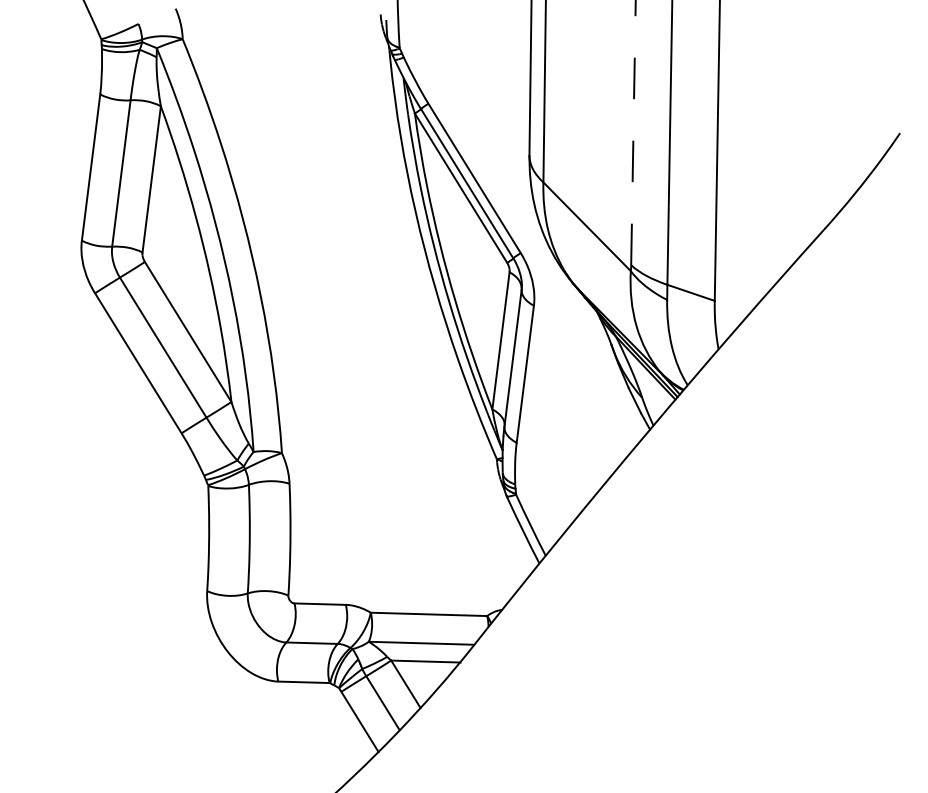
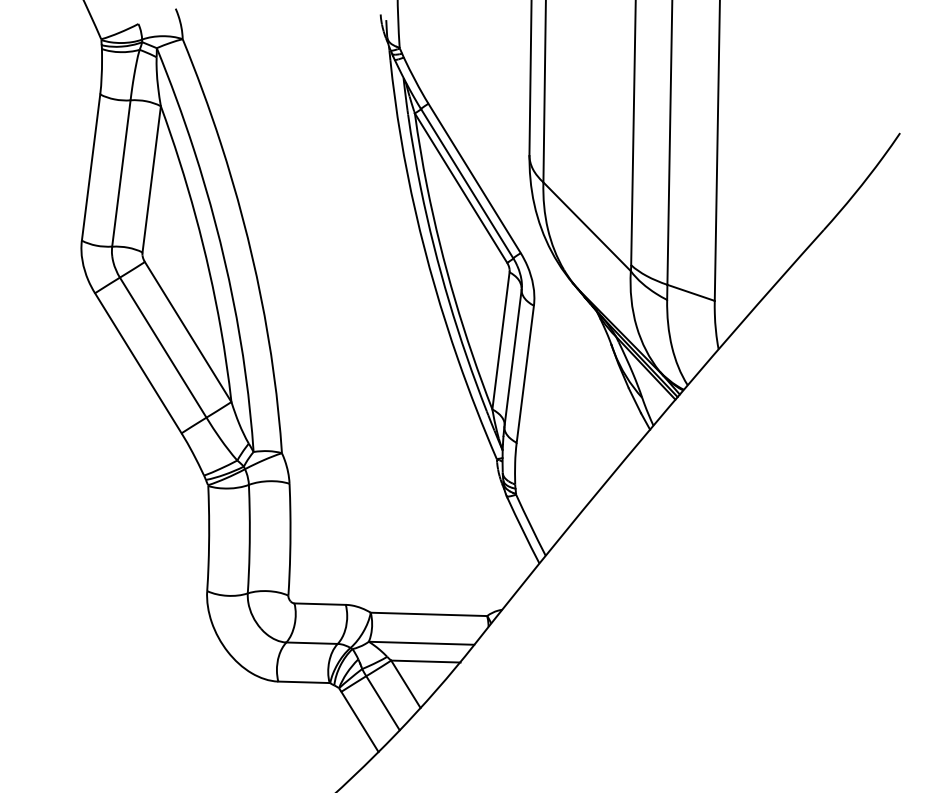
line at (633, 132): dashed -> solid
